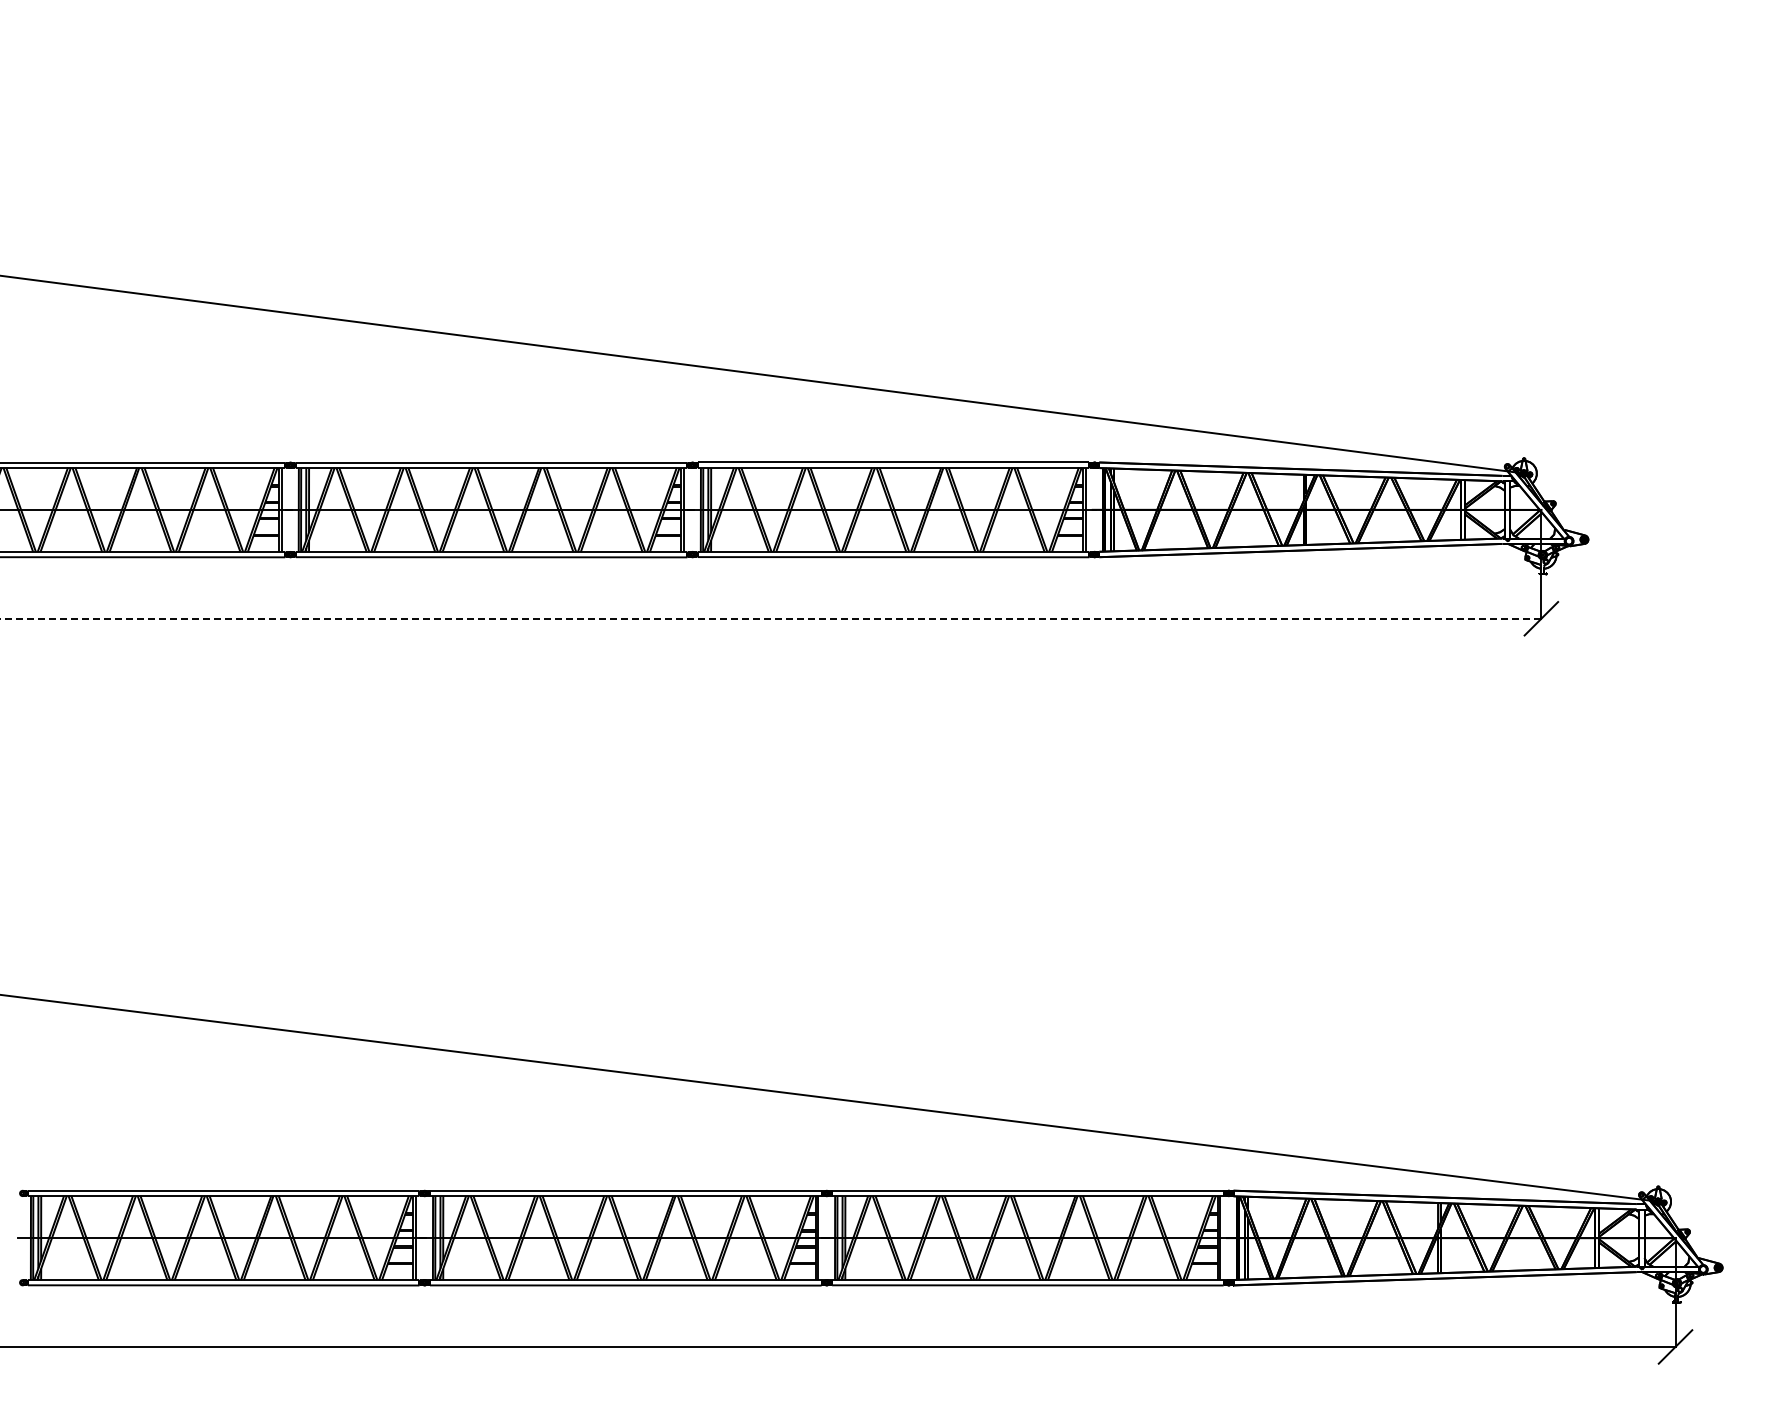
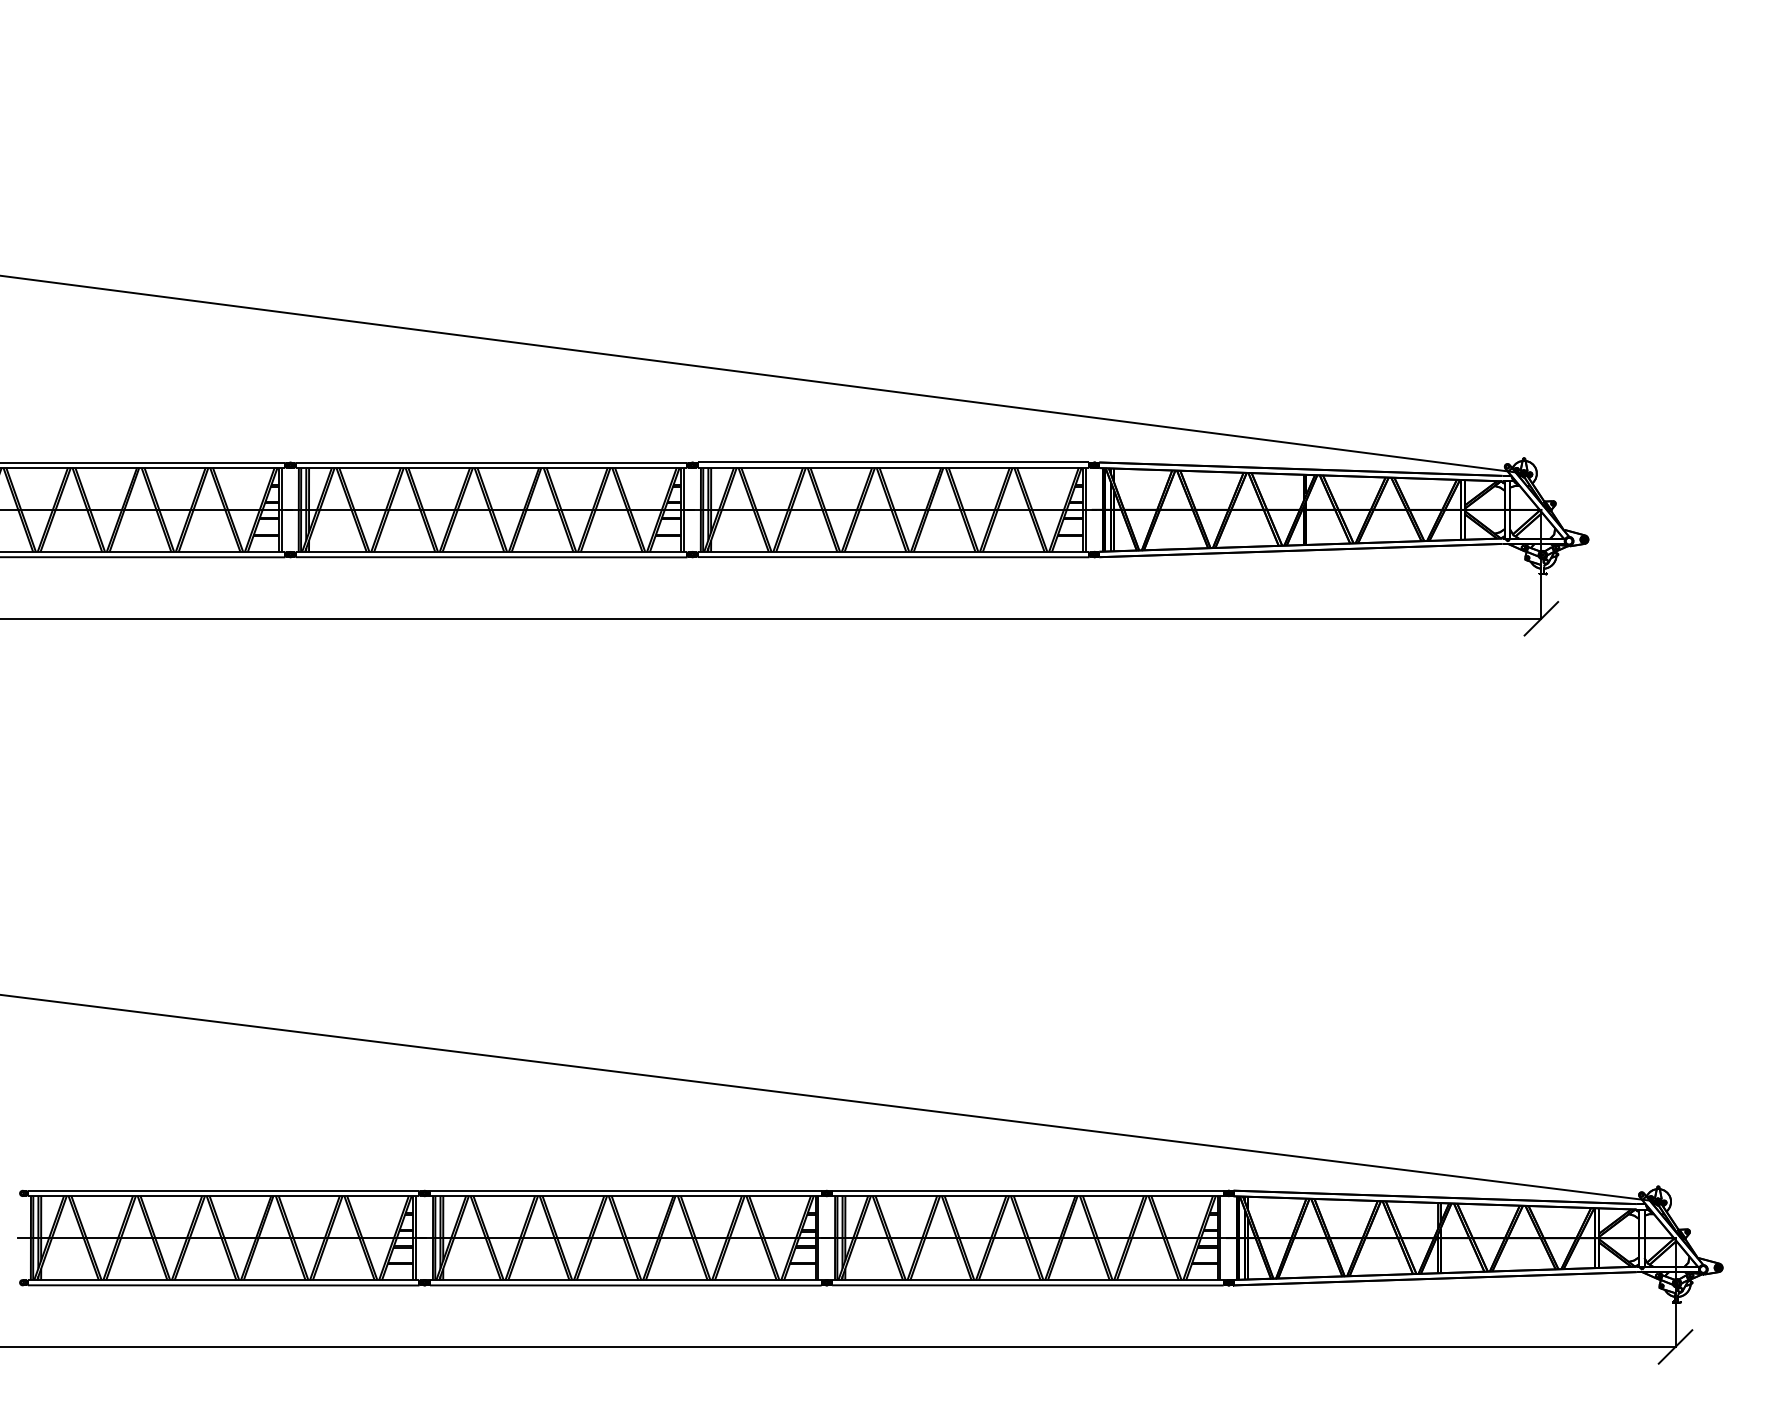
line at (770, 618): dashed -> solid
